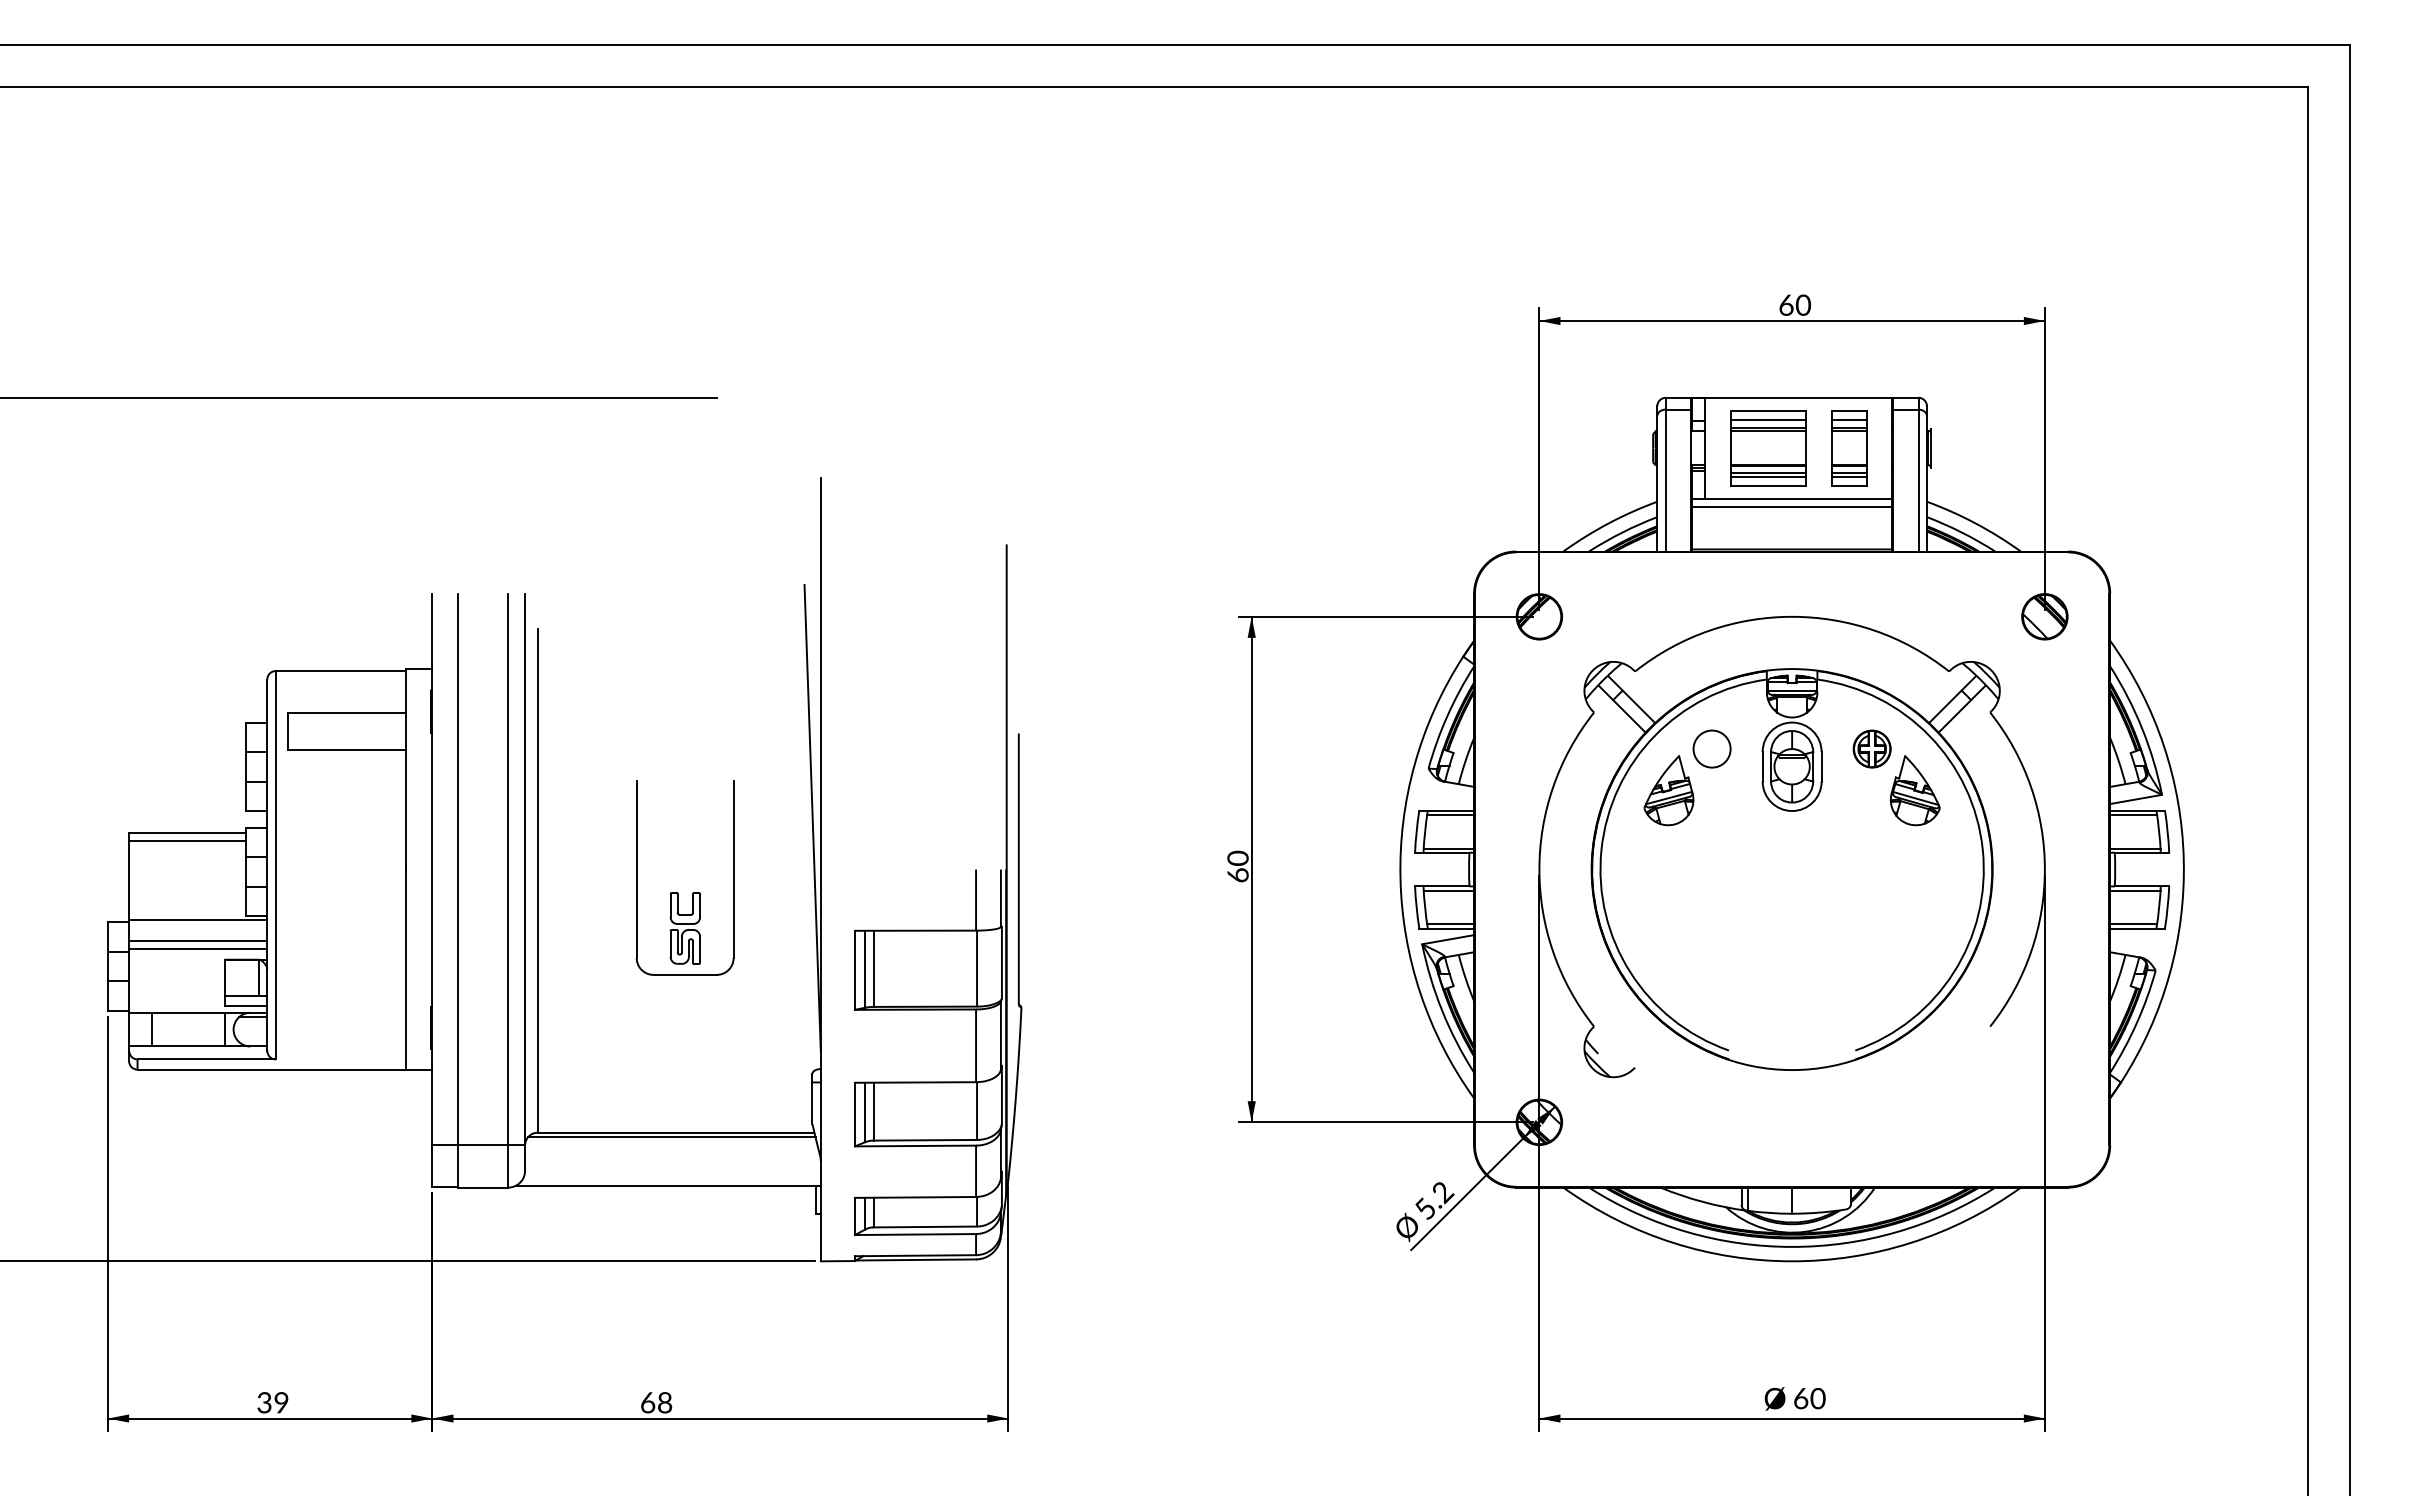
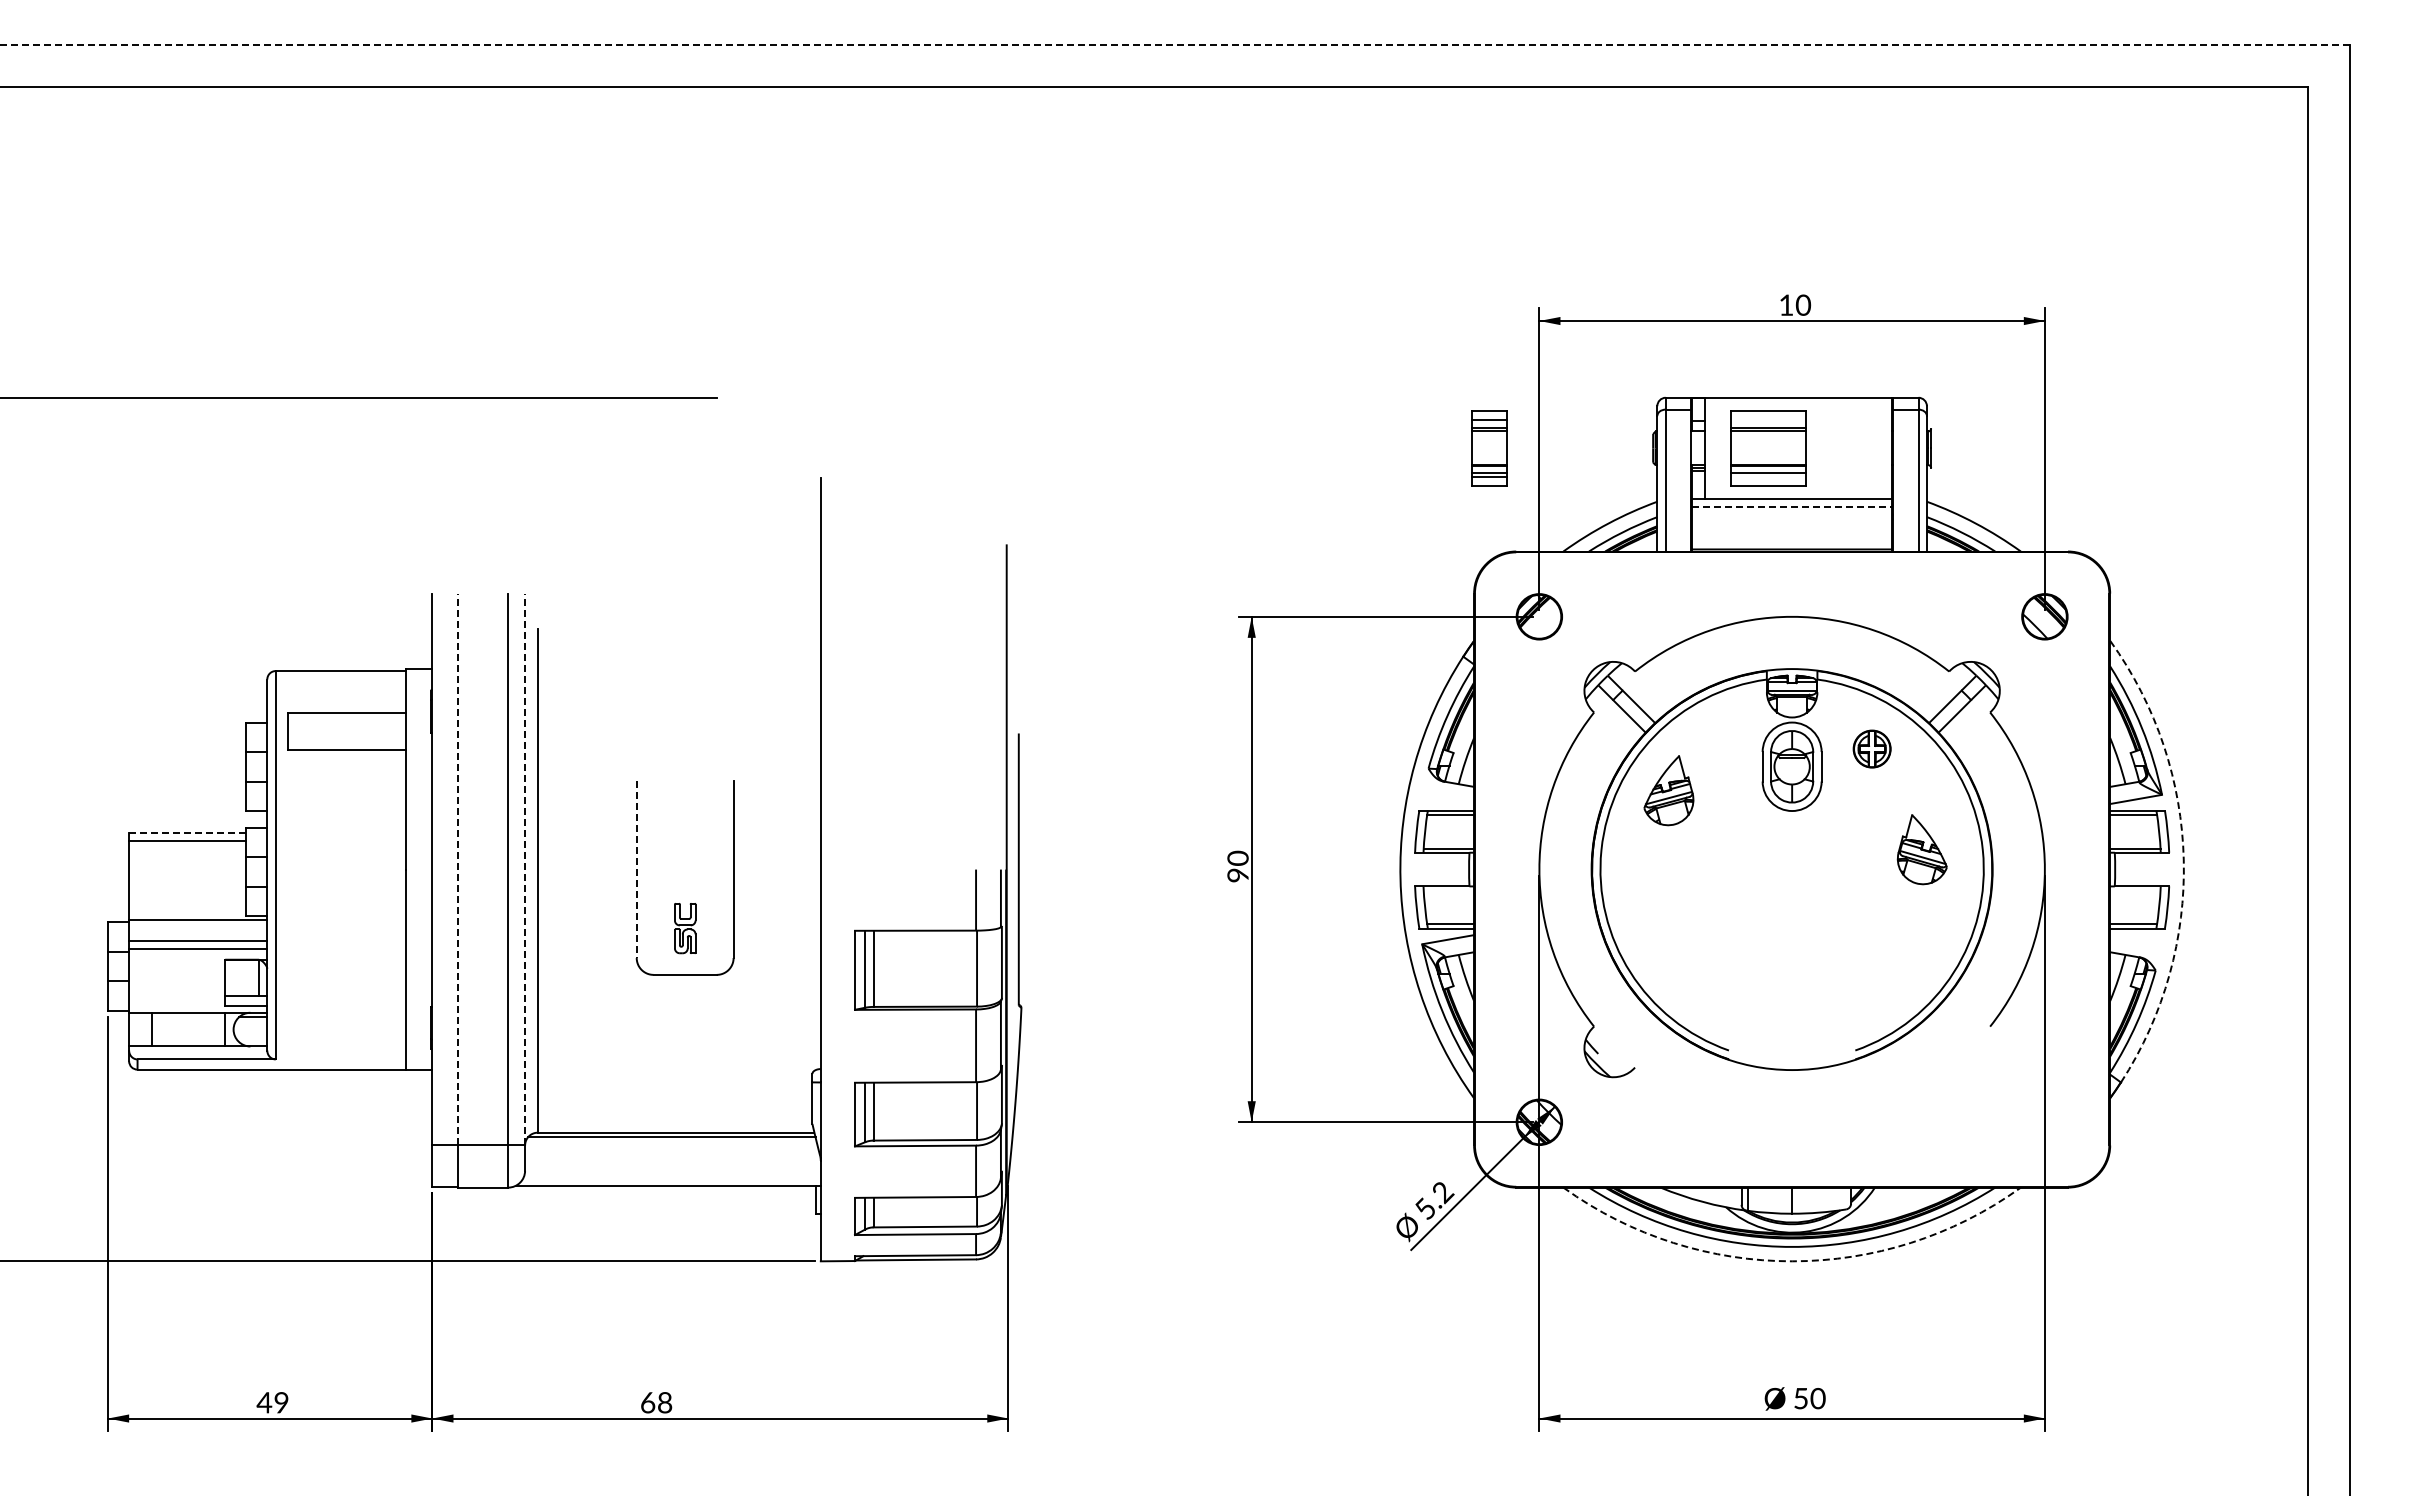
line at (1175, 44): solid -> dashed
text at (1786, 304): 60 -> 10
line at (1768, 419): present -> none
part at (1849, 448) position: (1849, 448) -> (1489, 448)
line at (1768, 476): present -> none
line at (1792, 507): solid -> dashed
circle at (1711, 748): present -> none
part at (1914, 790) position: (1914, 790) -> (1921, 849)
line at (812, 817): present -> none
line at (187, 832): solid -> dashed
arc at (2183, 859): solid -> dashed
line at (457, 869): solid -> dashed
line at (525, 869): solid -> dashed
line at (636, 870): solid -> dashed
text at (1237, 875): 60 -> 90
line at (1448, 890): present -> none
line at (2135, 890): present -> none
part at (684, 928) size: 32x73 px -> 23x52 px
arc at (1792, 1261): solid -> dashed
text at (1801, 1398): 60 -> 50
text at (264, 1402): 39 -> 49
